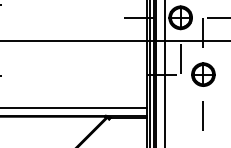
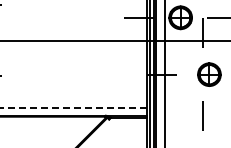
line at (180, 59): present -> none
part at (203, 74) position: (203, 74) -> (209, 74)
line at (73, 108): solid -> dashed
